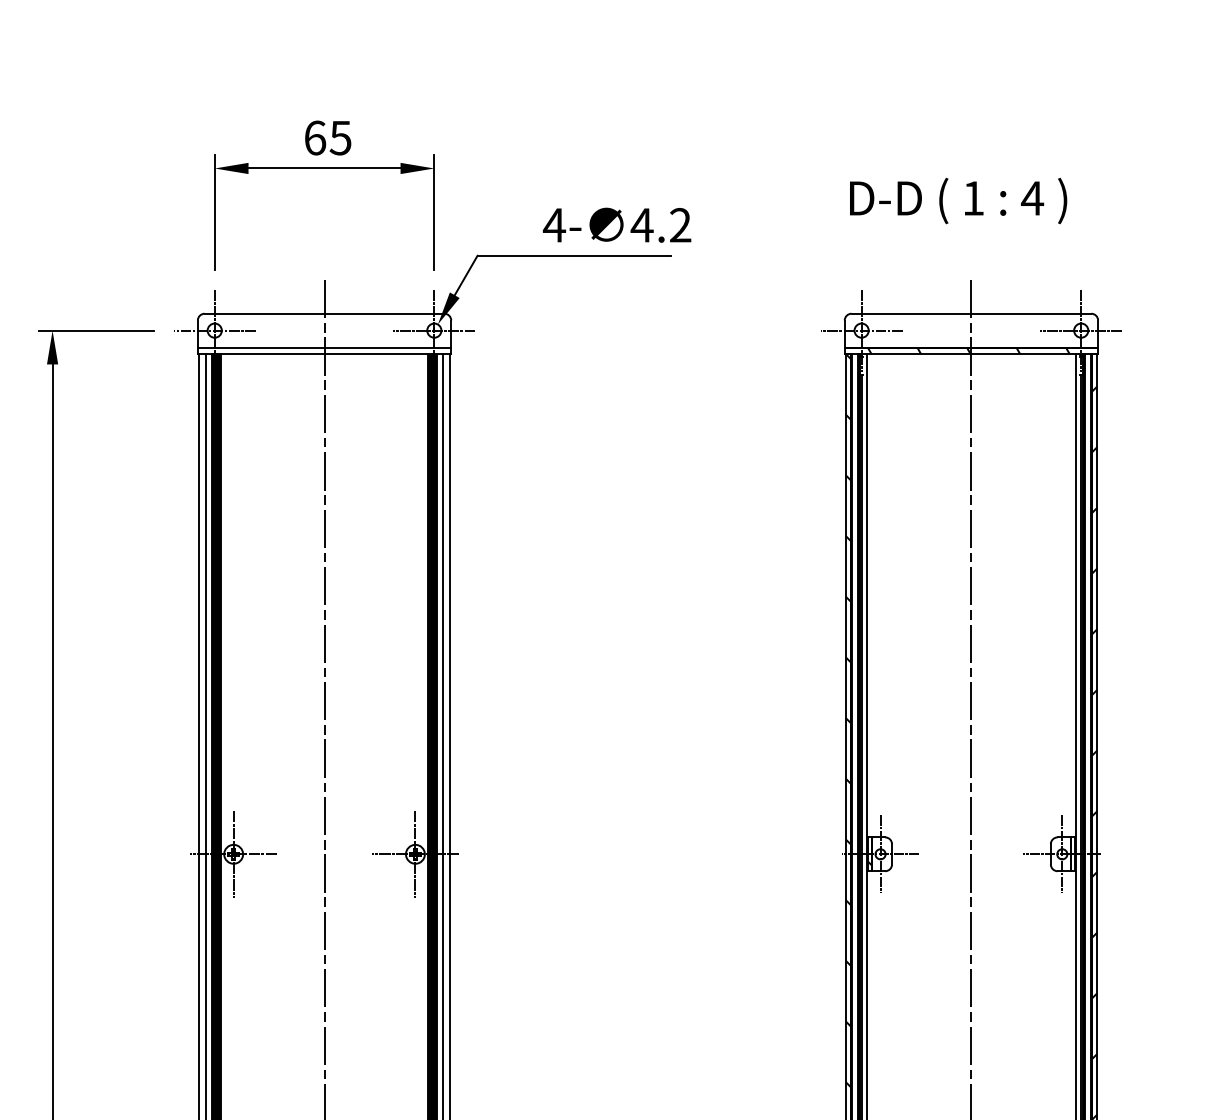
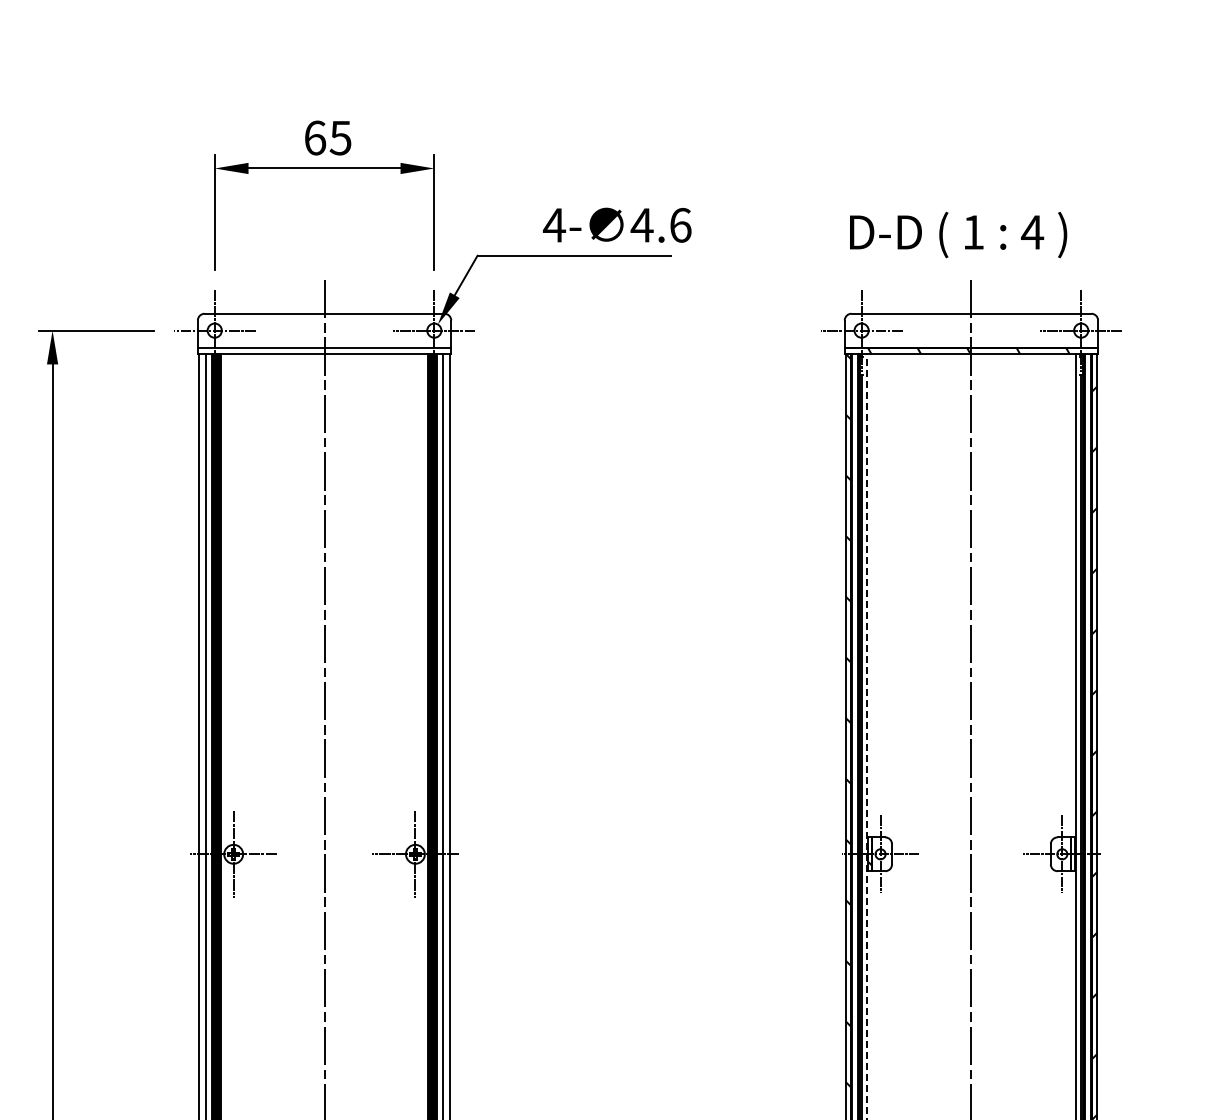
text at (958, 200) position: (958, 200) -> (958, 234)
text at (680, 225): 4.2 -> 4.6
line at (867, 736): solid -> dashed
